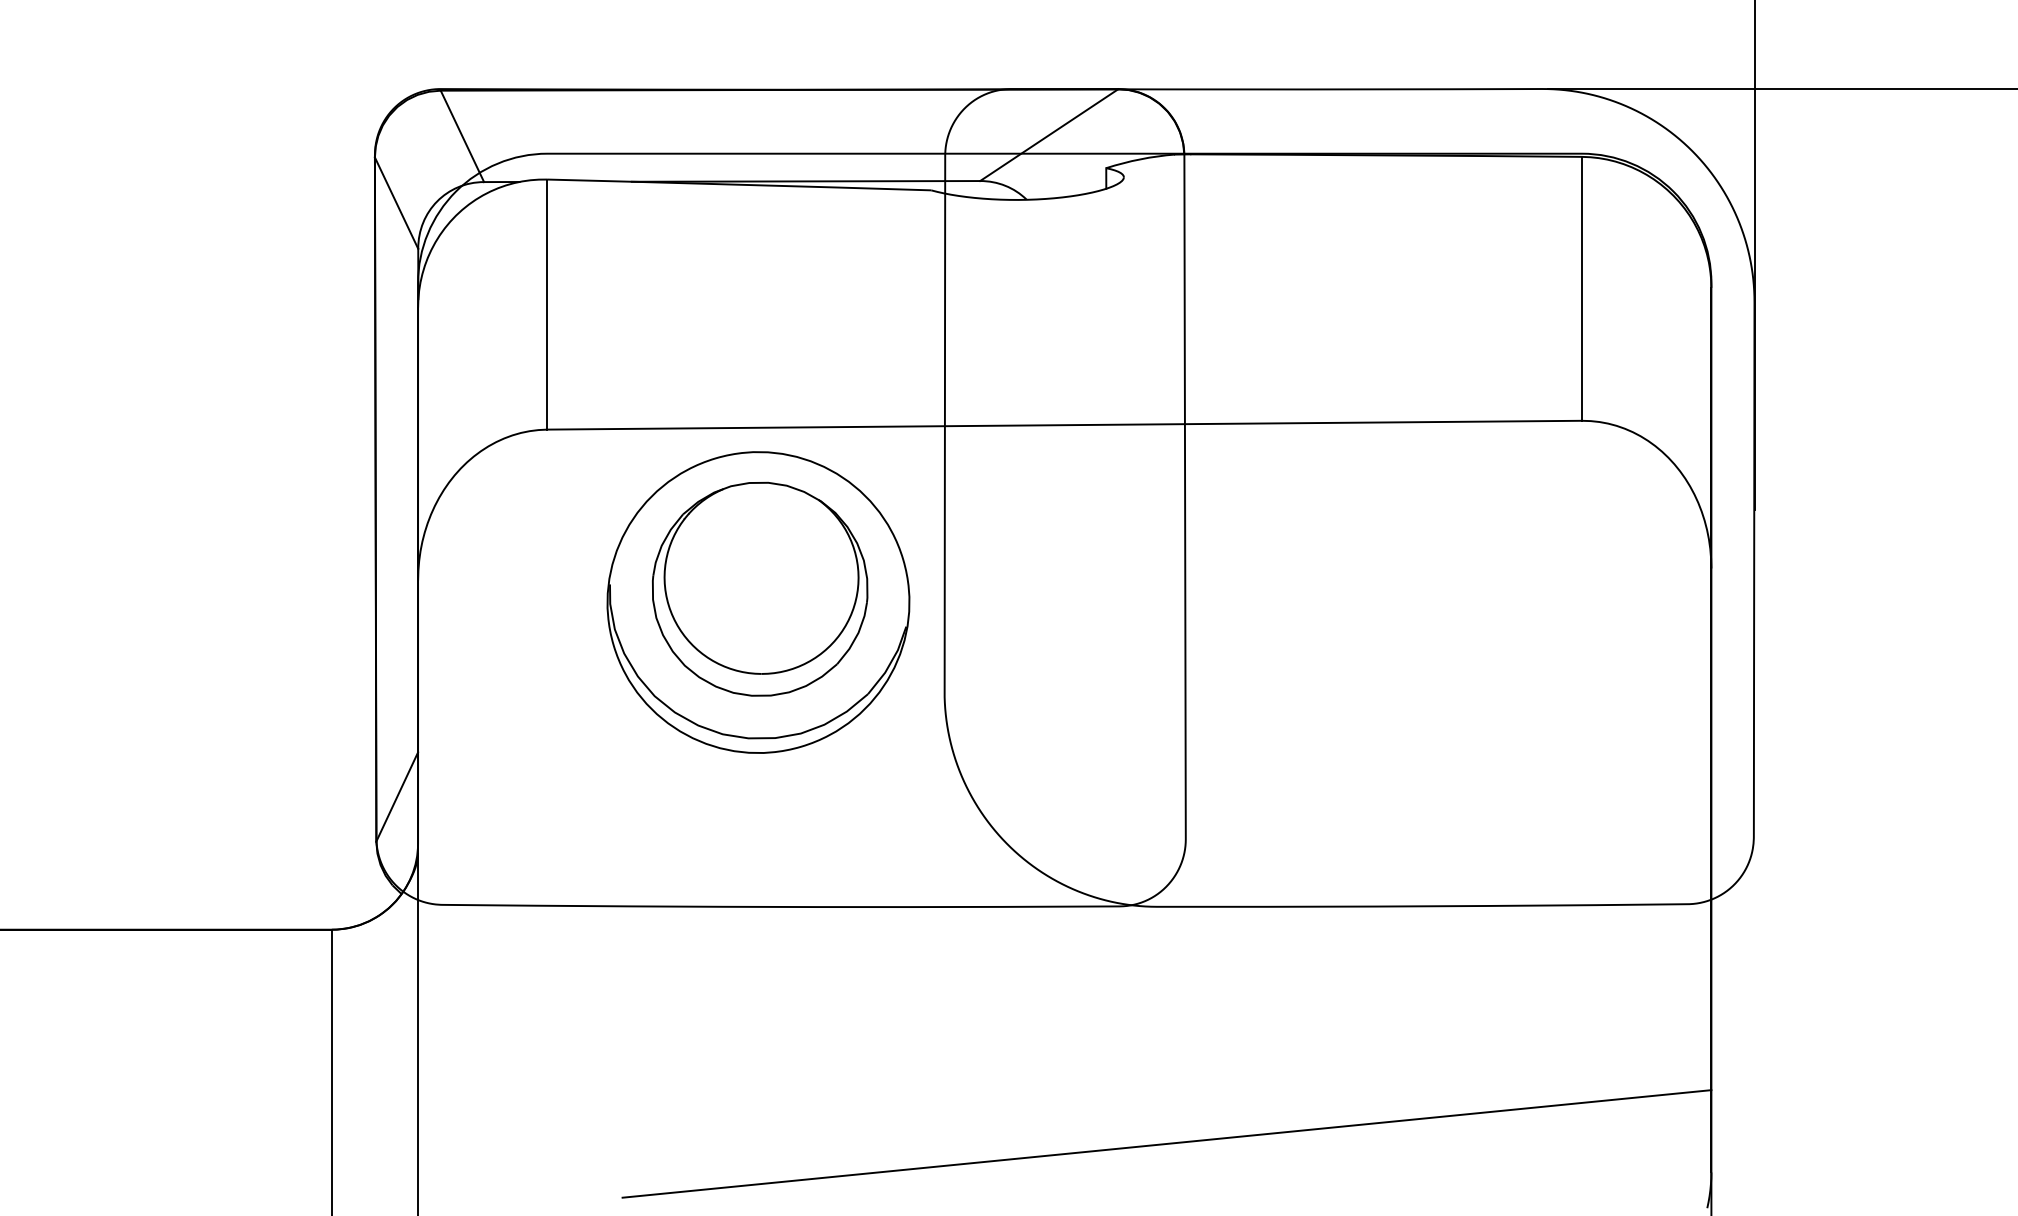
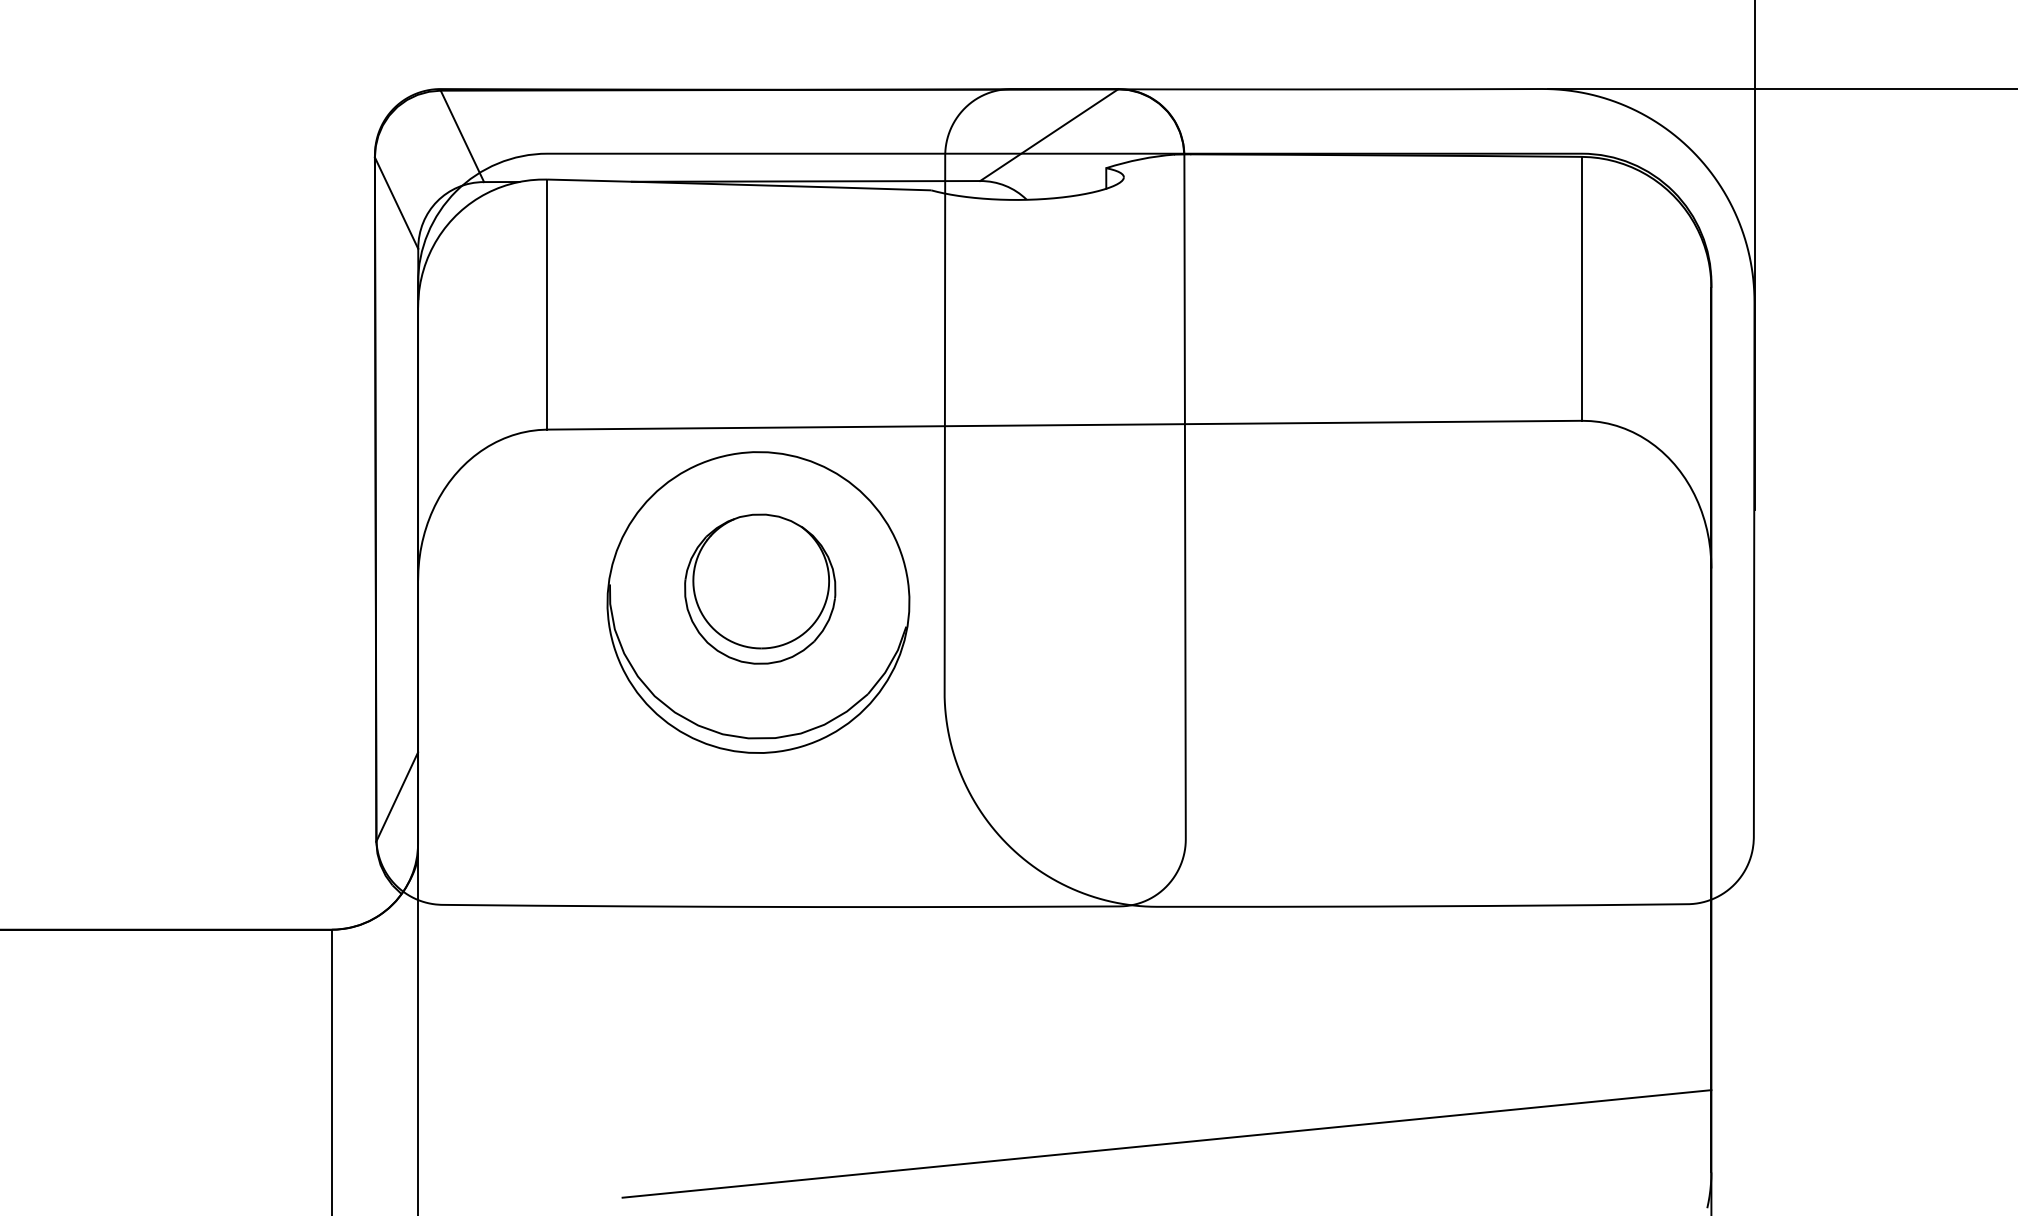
part at (760, 588) size: 217x216 px -> 153x152 px
